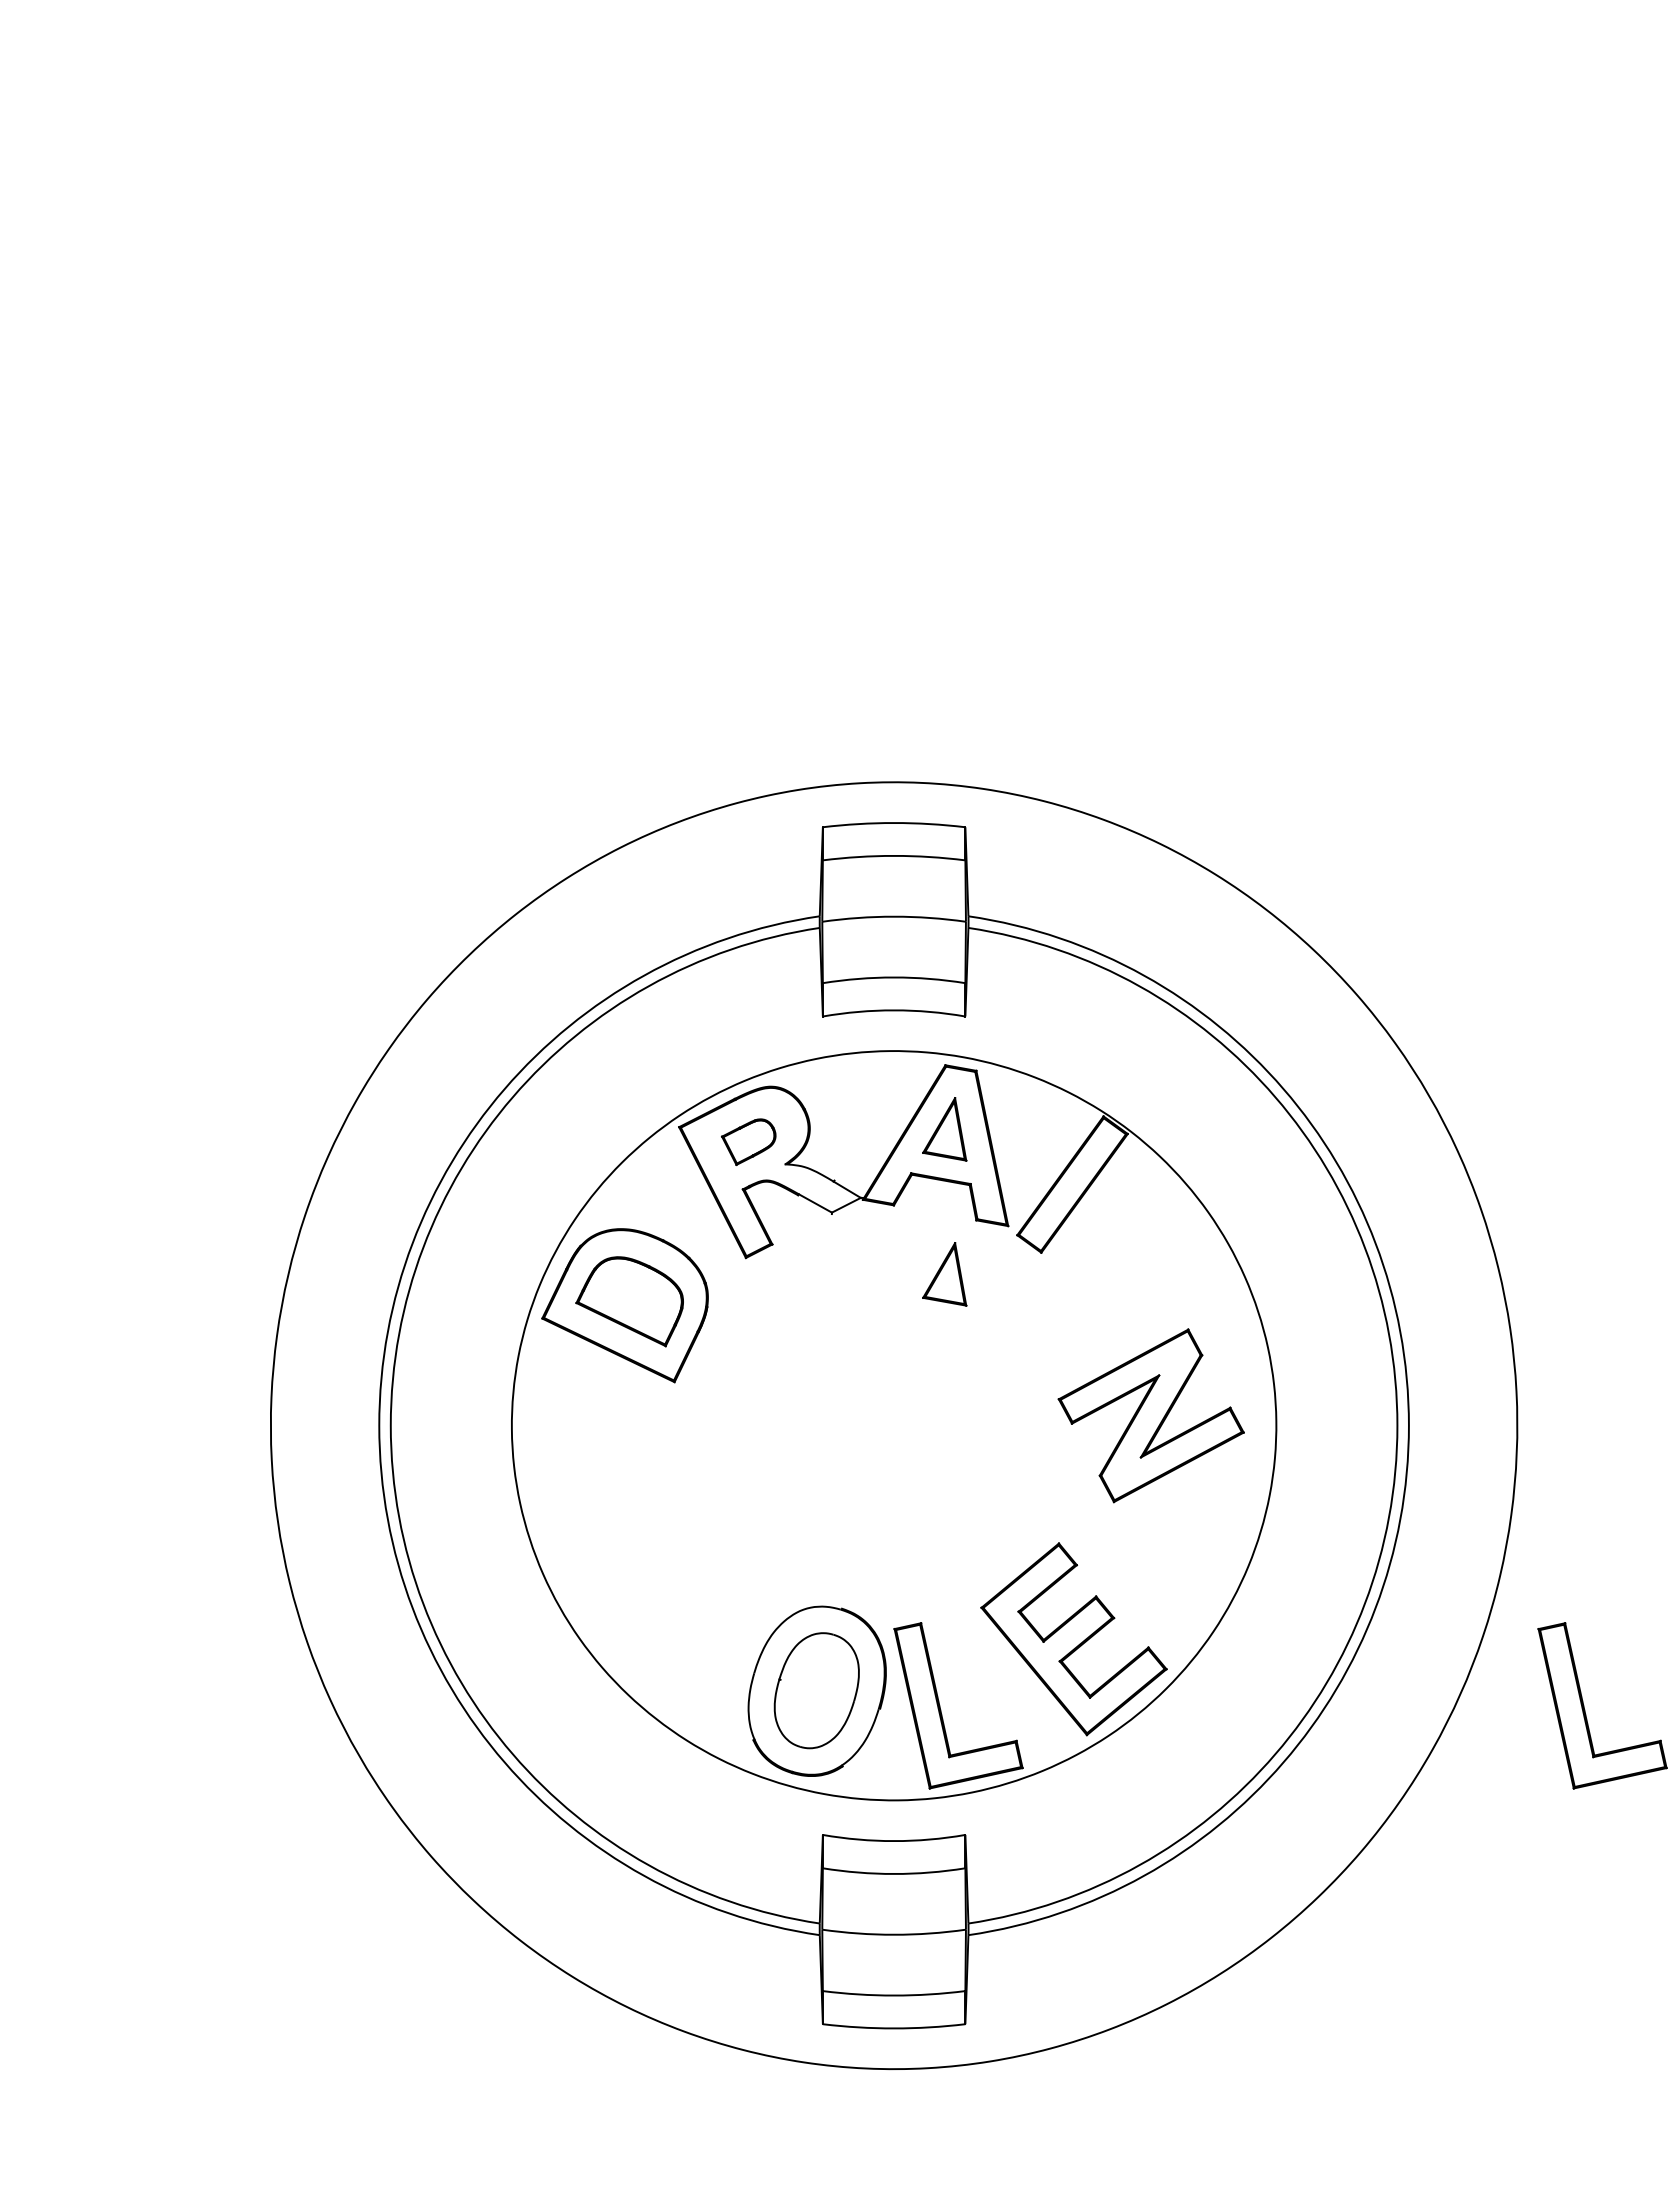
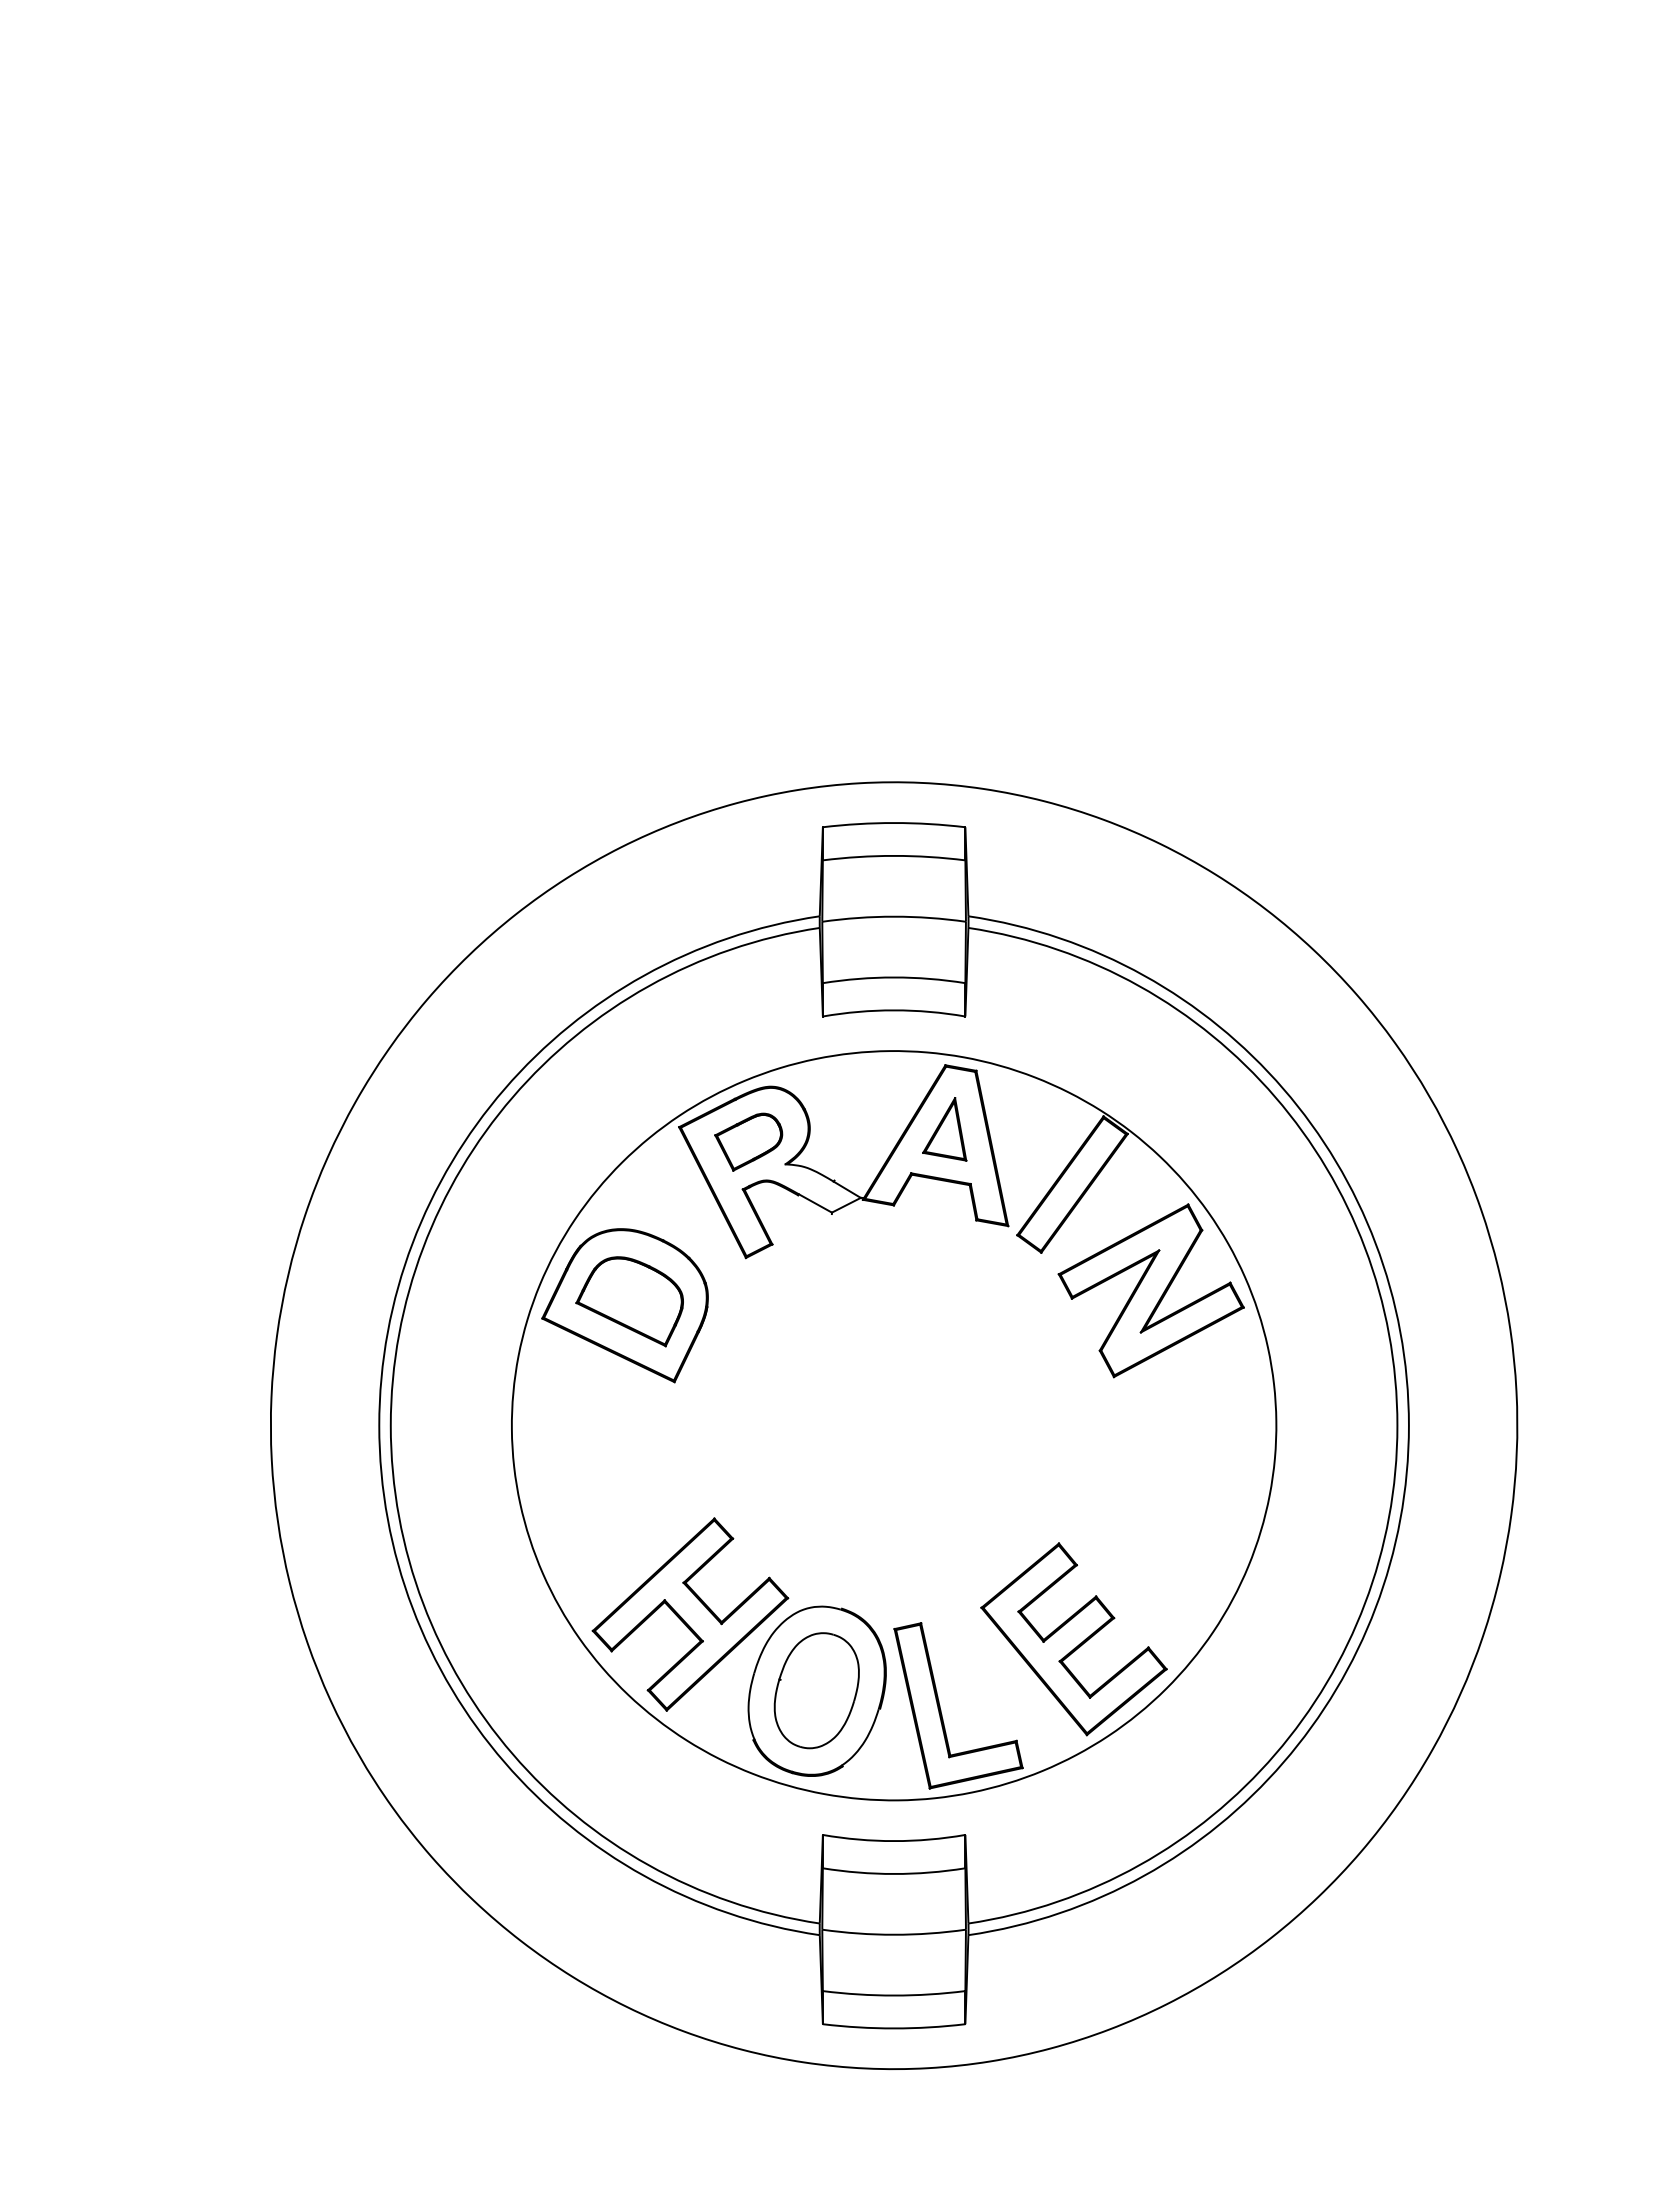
part at (748, 1142) size: 56x49 px -> 70x60 px
part at (944, 1274): present -> none
part at (1150, 1415) position: (1150, 1415) -> (1150, 1290)
part at (690, 1614): none -> present
part at (1585, 1709): present -> none
